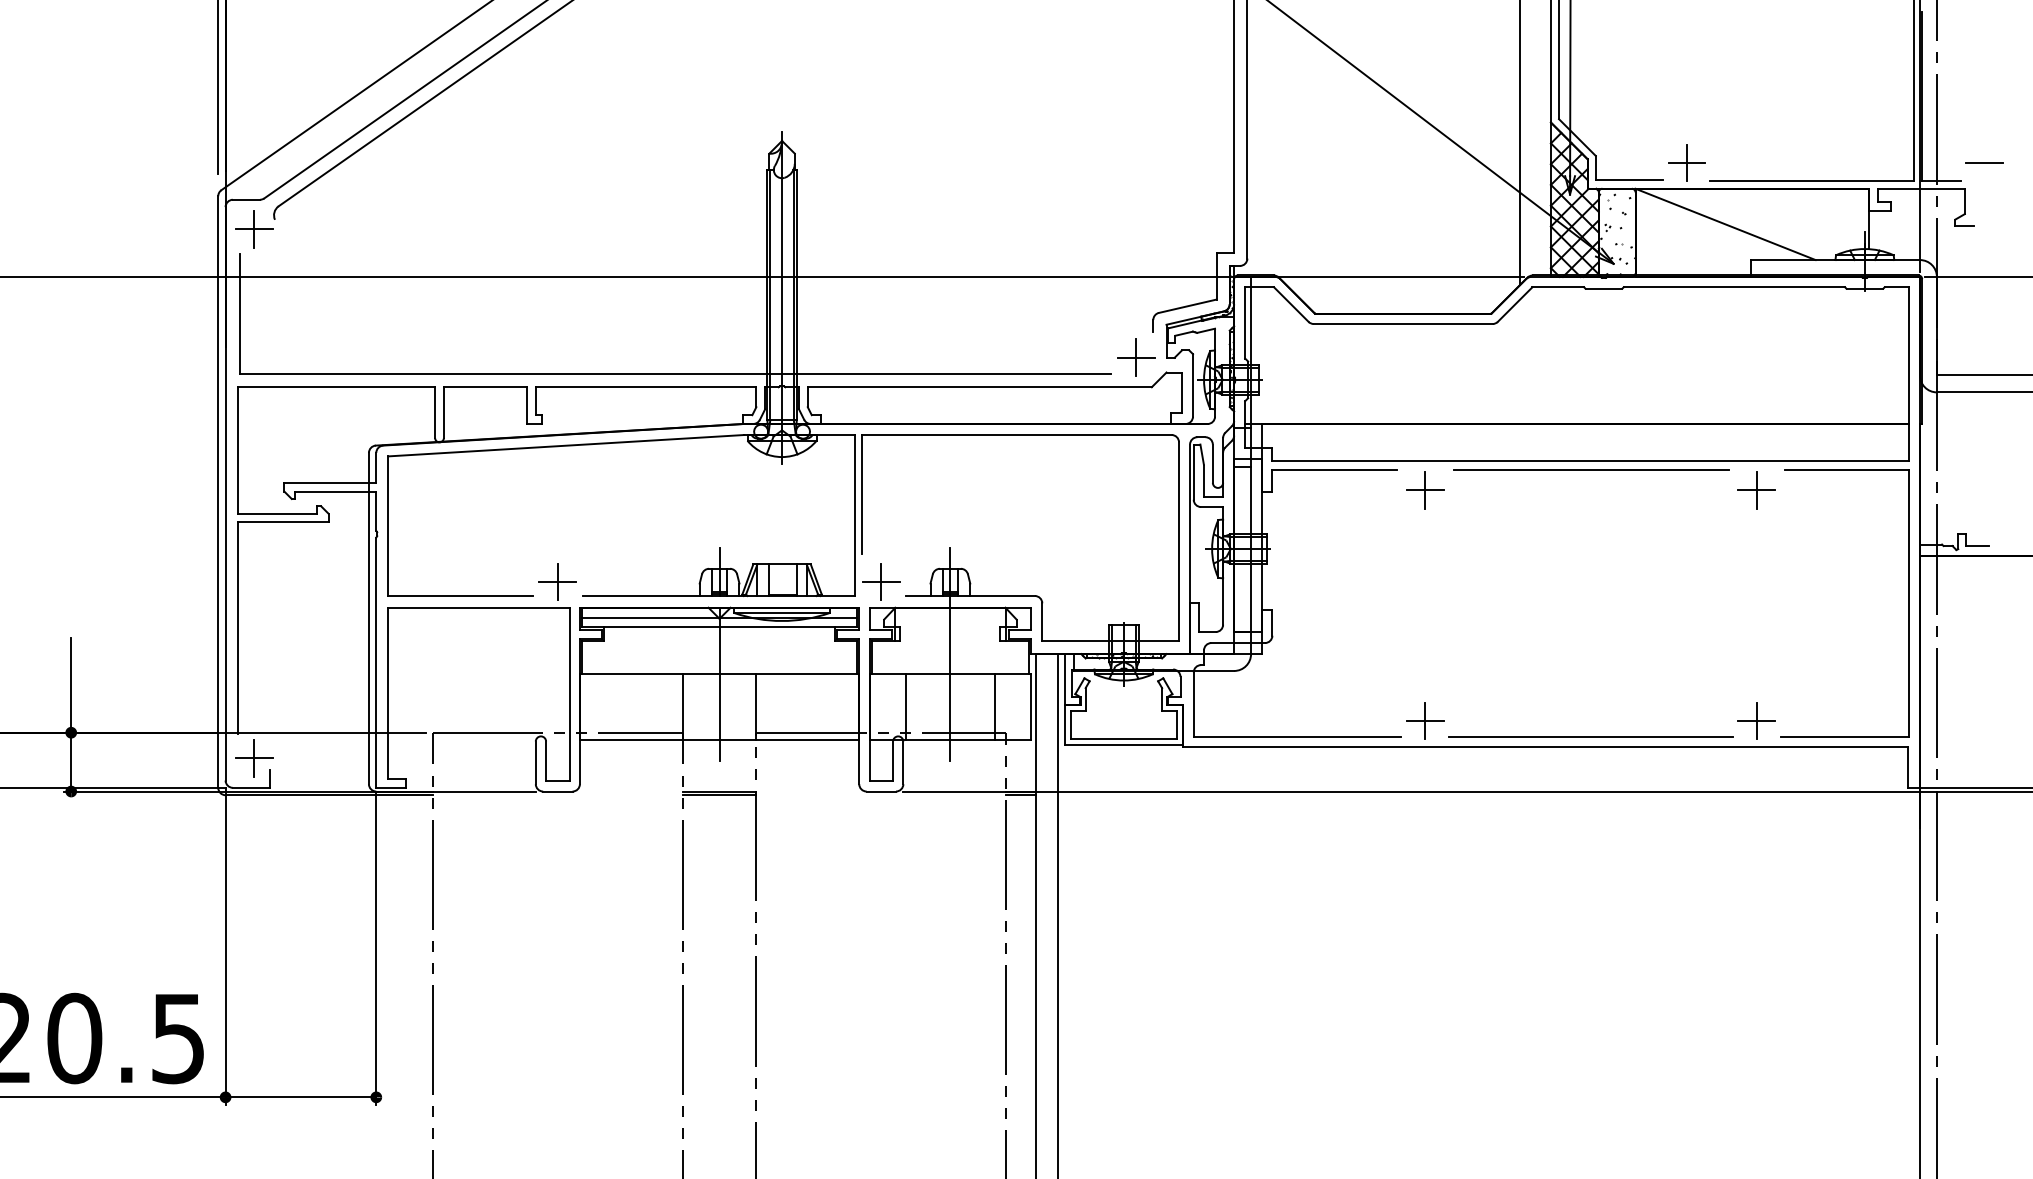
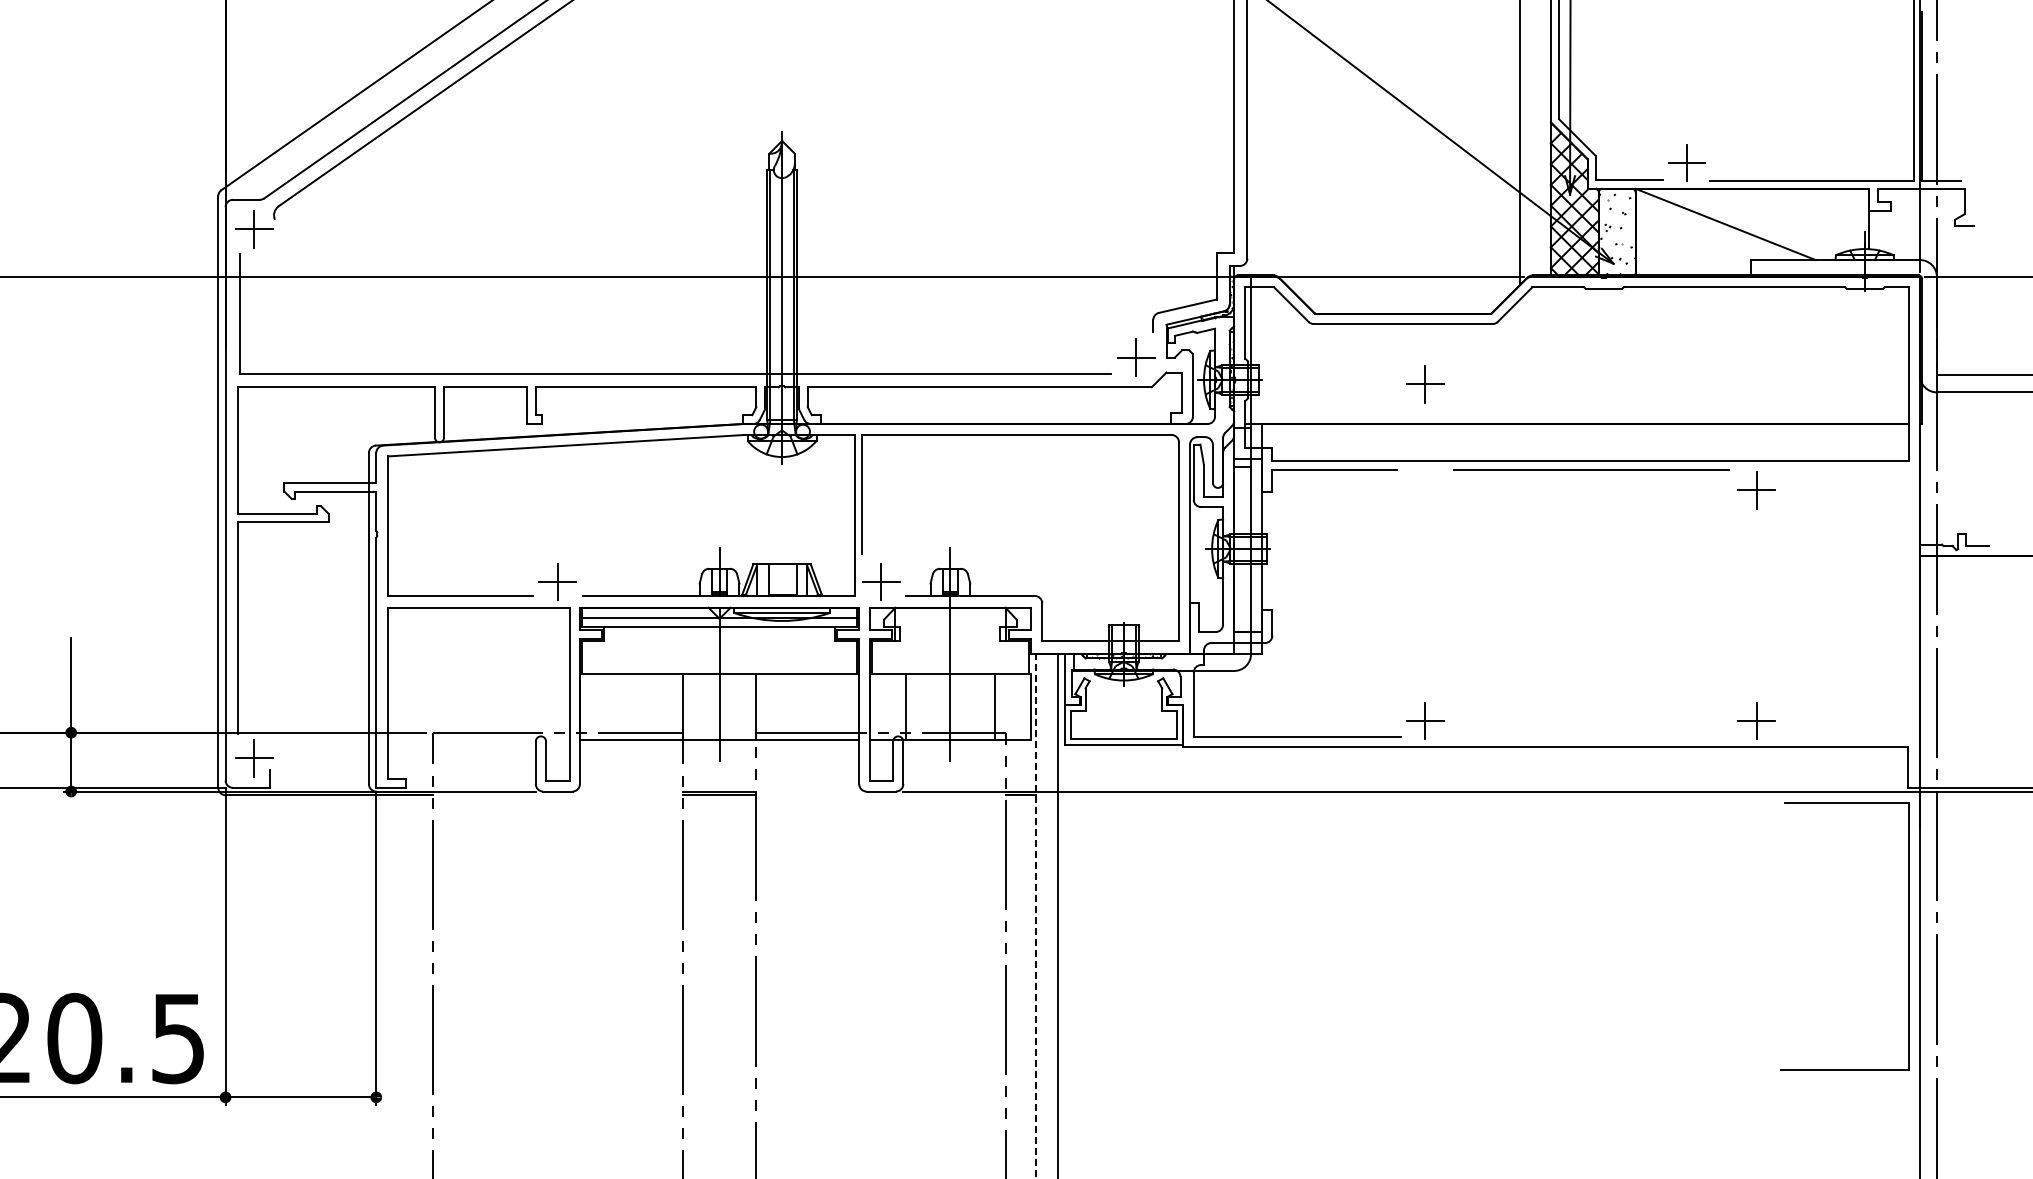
line at (218, 87): present -> none
line at (1984, 163): present -> none
part at (1425, 490) position: (1425, 490) -> (1425, 384)
part at (1908, 603) position: (1908, 603) -> (1908, 936)
line at (1590, 736): present -> none
line at (1035, 915): solid -> dashed
